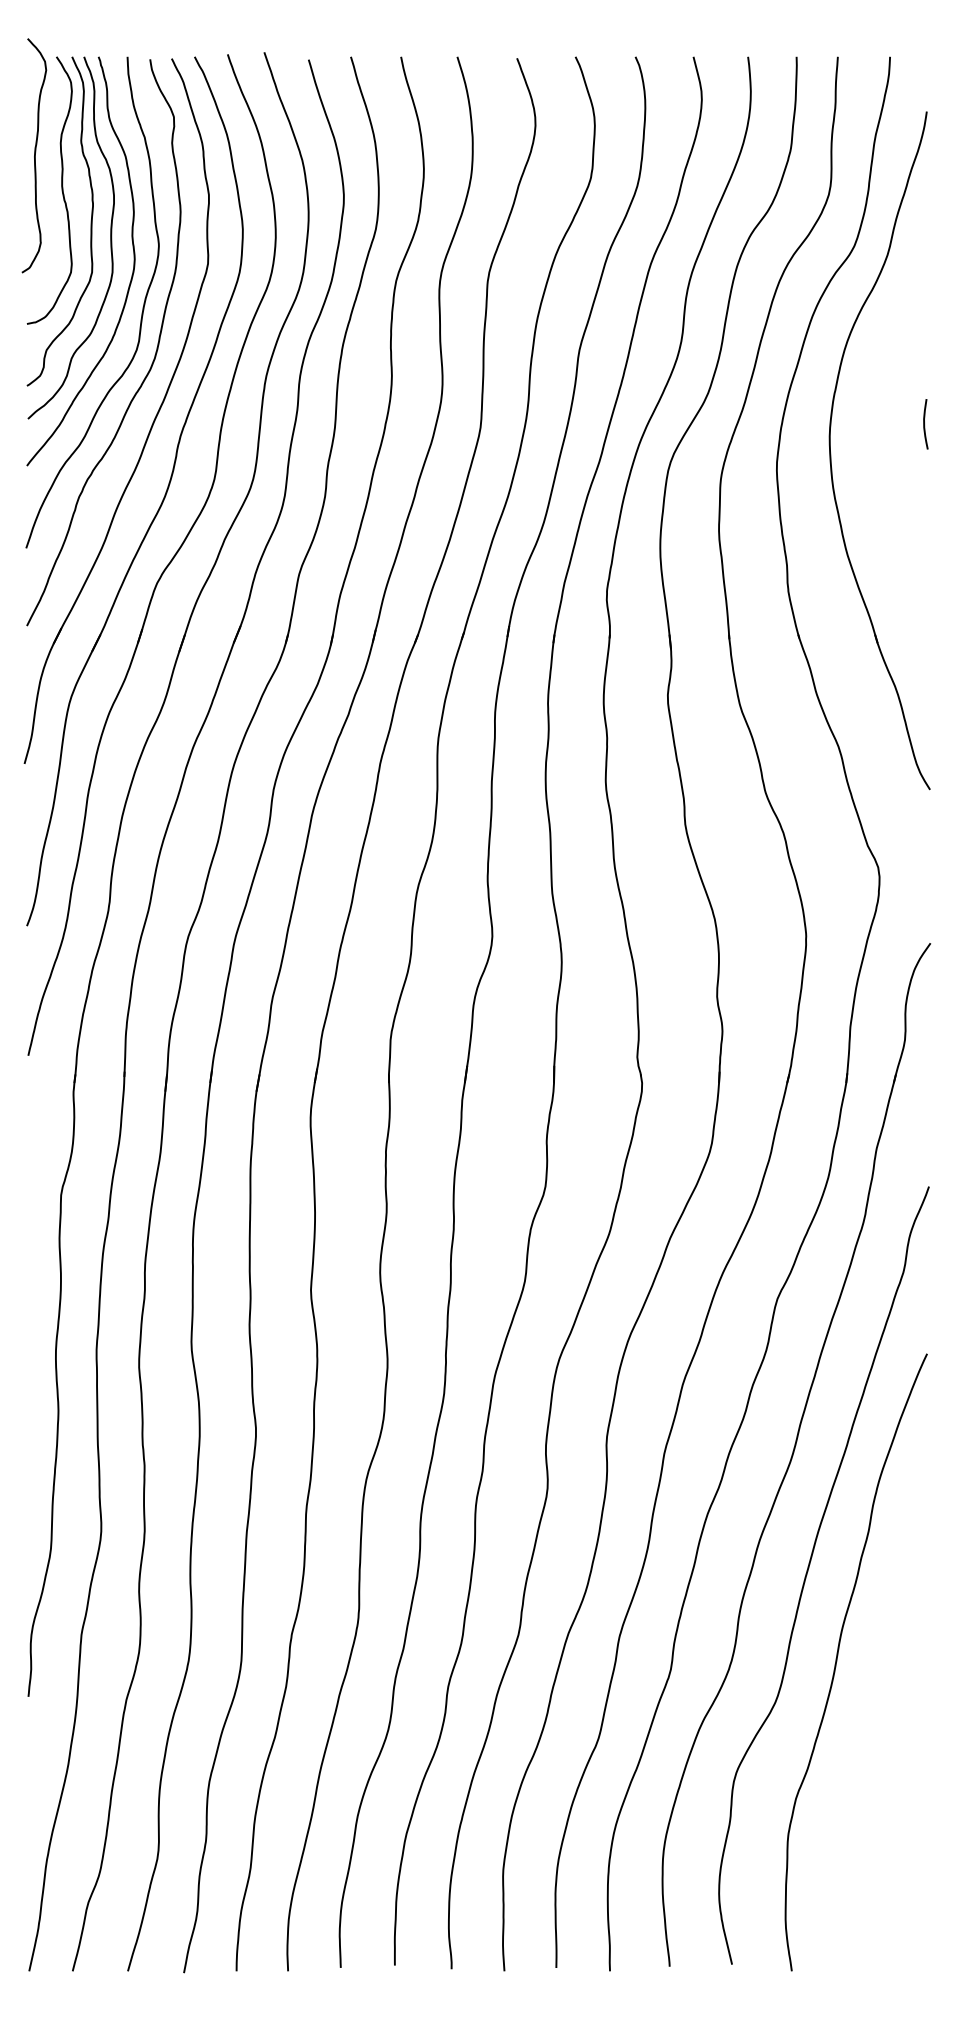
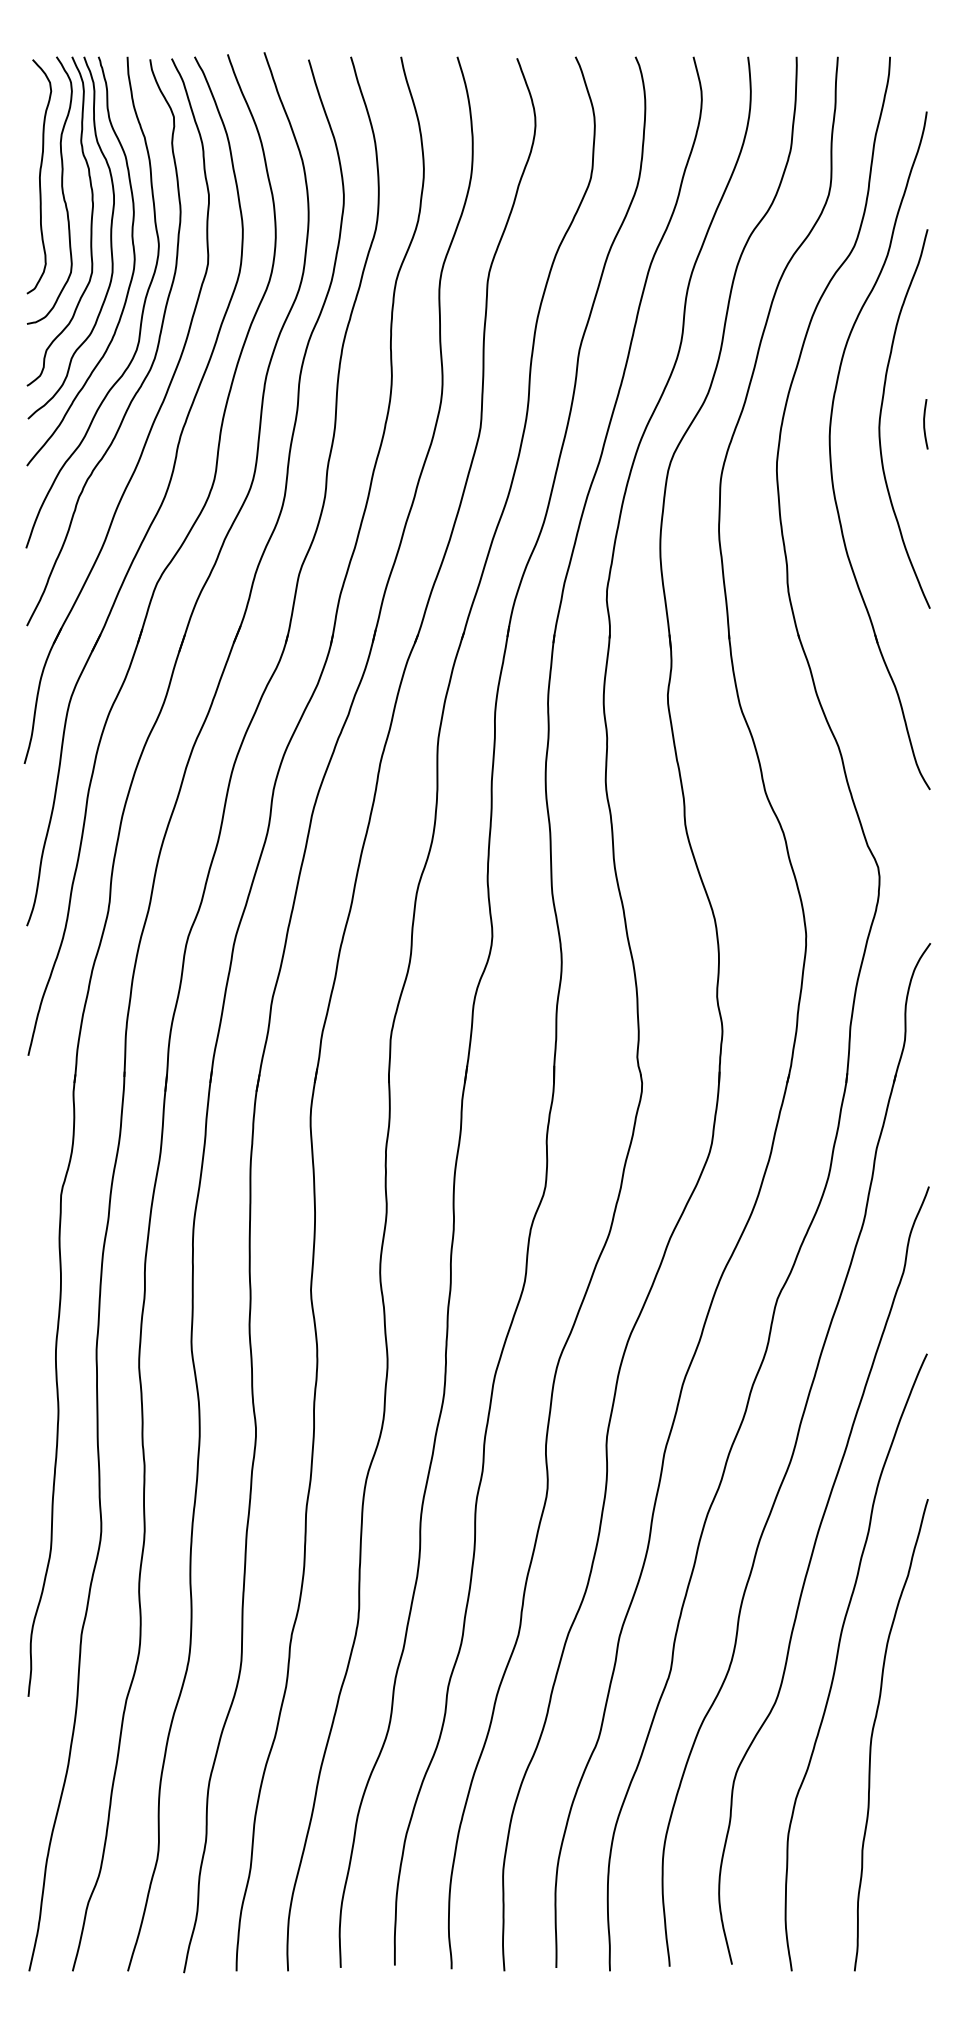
curve at (34, 155) position: (34, 155) -> (39, 176)
curve at (881, 416): none -> present
curve at (873, 1733): none -> present
